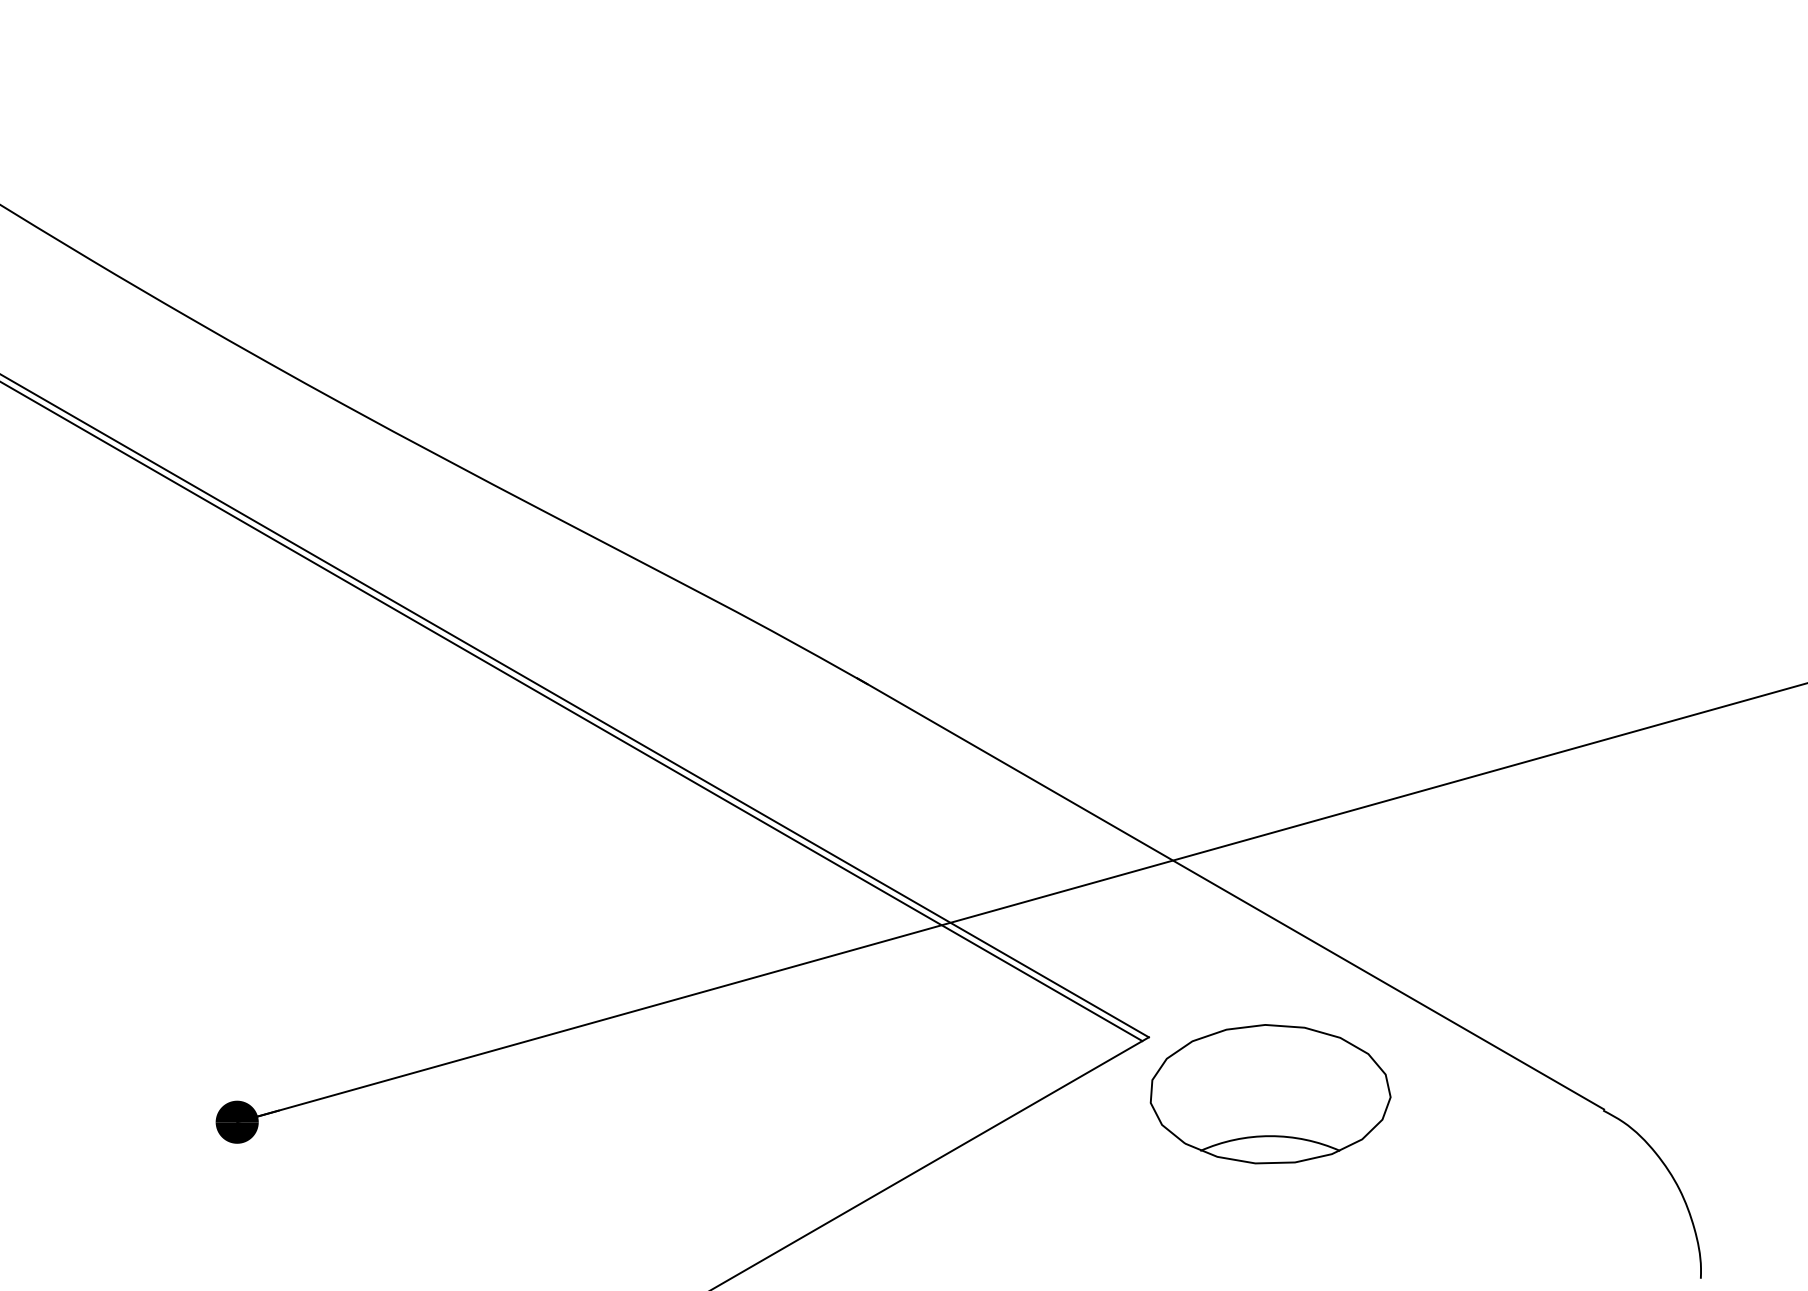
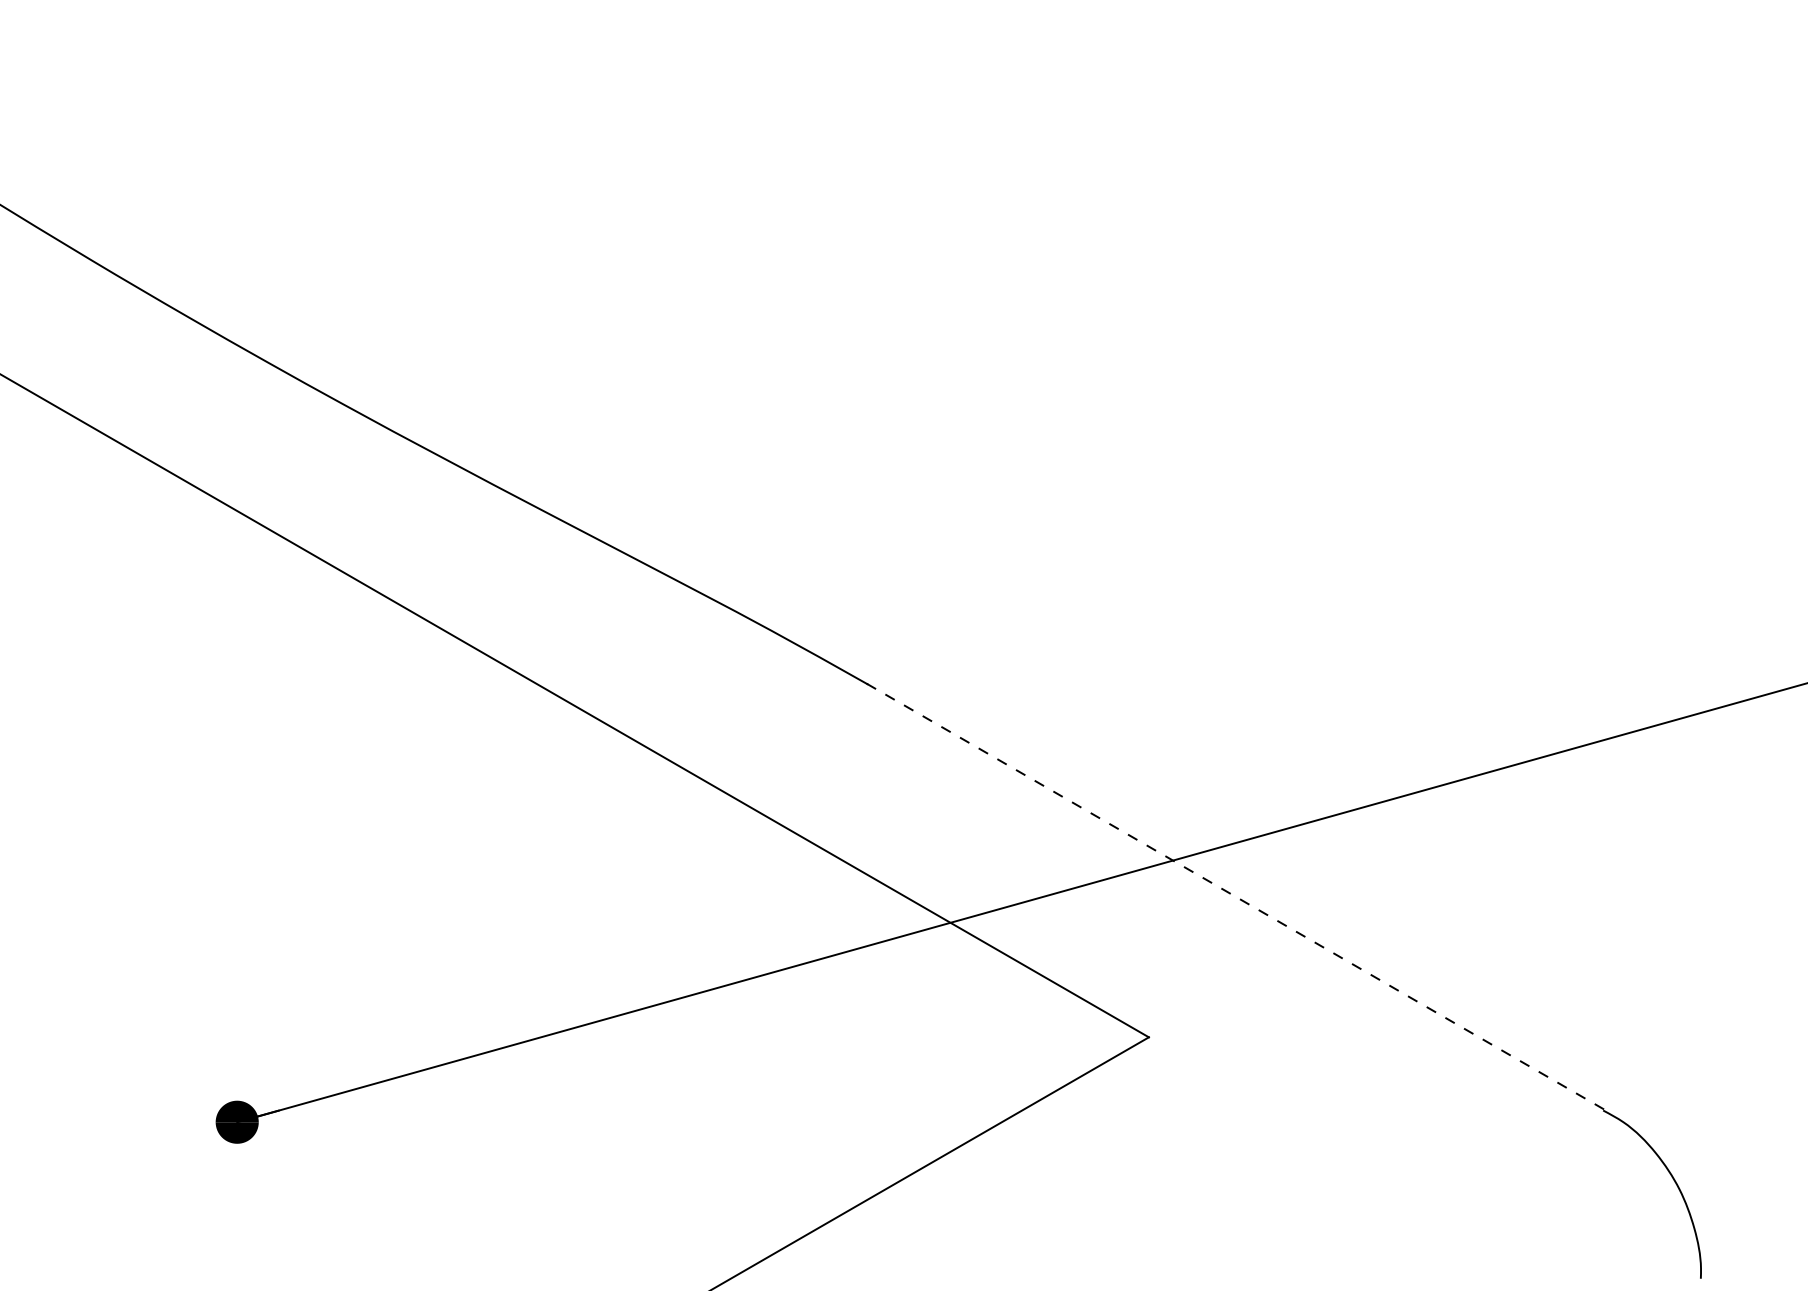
line at (572, 711): present -> none
line at (1230, 893): solid -> dashed
part at (1270, 1094): present -> none
